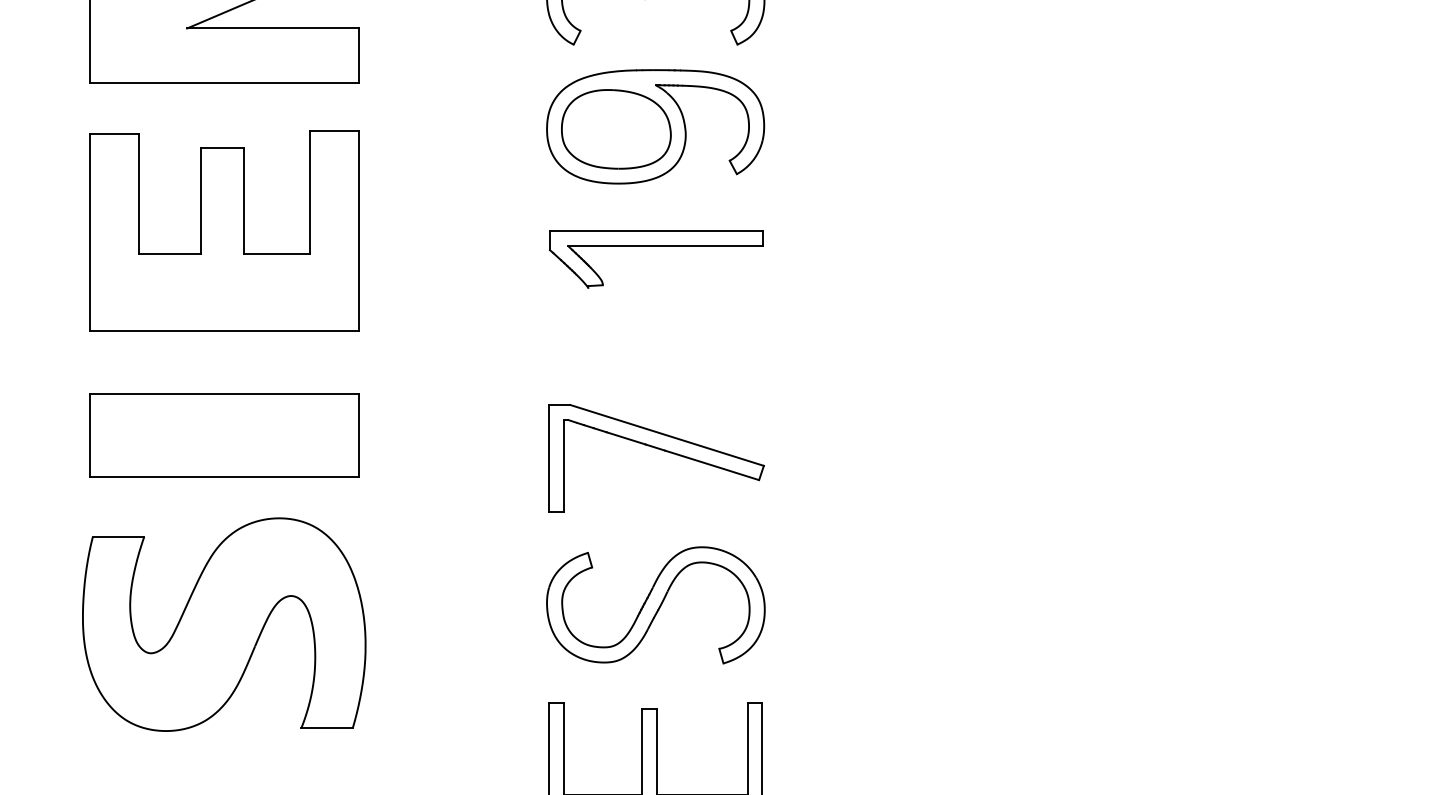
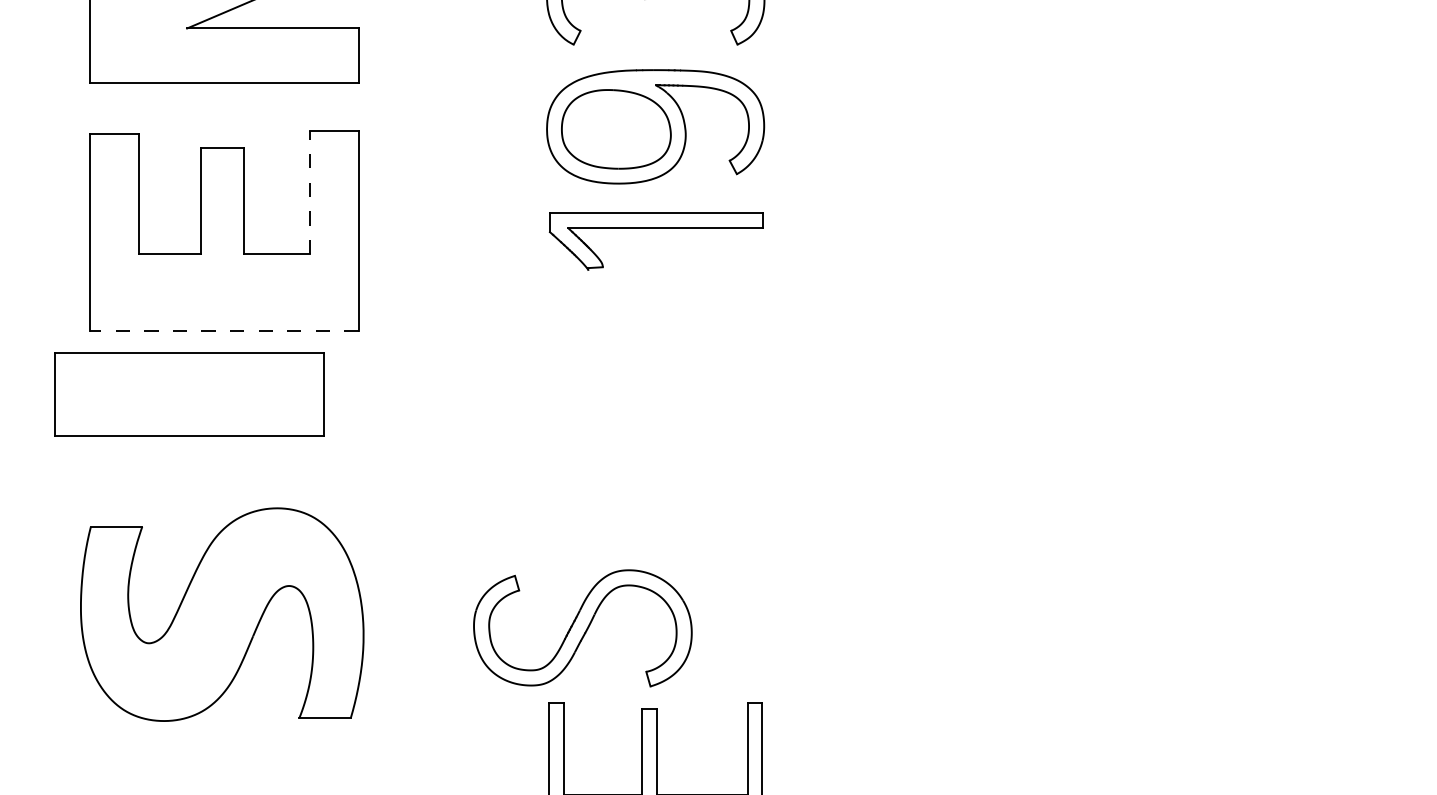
line at (309, 192): solid -> dashed
part at (655, 246) position: (655, 246) -> (655, 228)
line at (223, 331): solid -> dashed
part at (224, 435) position: (224, 435) -> (189, 394)
part at (660, 450): present -> none
part at (655, 605) position: (655, 605) -> (582, 628)
part at (224, 624) position: (224, 624) -> (222, 614)
